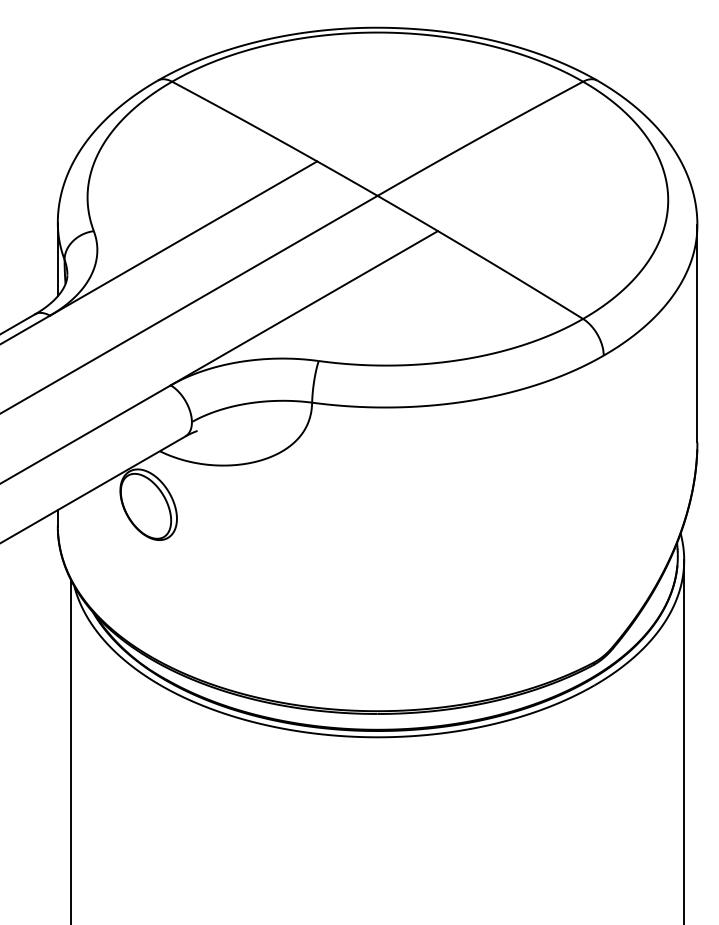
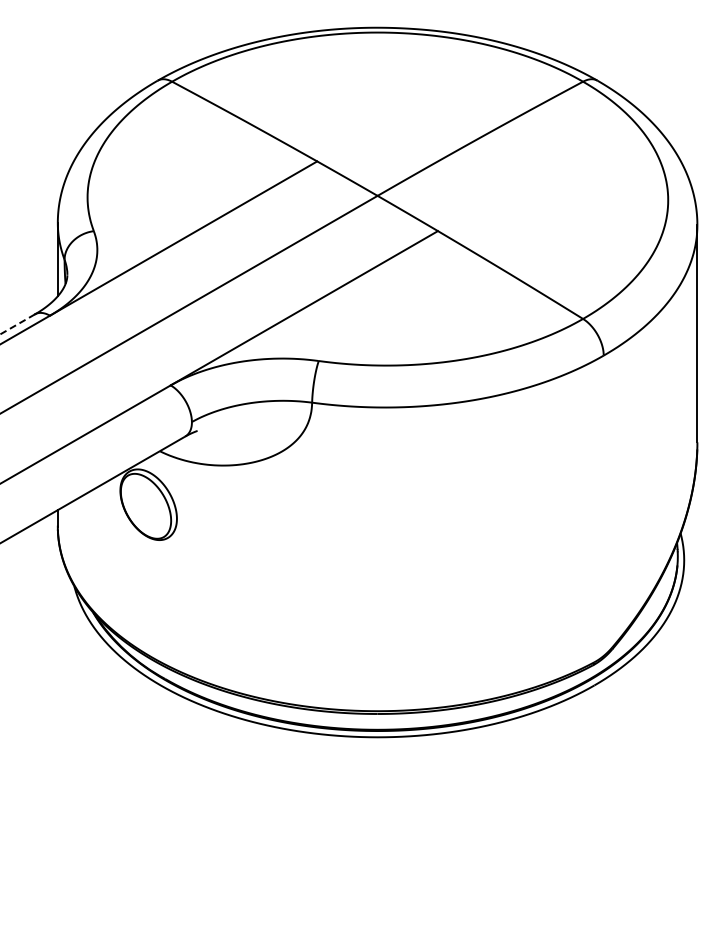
line at (17, 324): solid -> dashed
line at (684, 740): present -> none
line at (71, 750): present -> none
